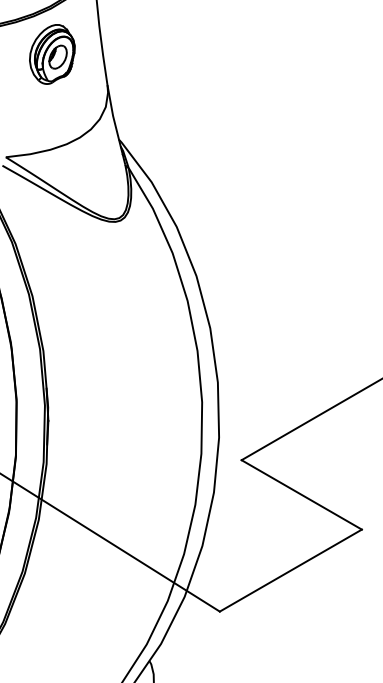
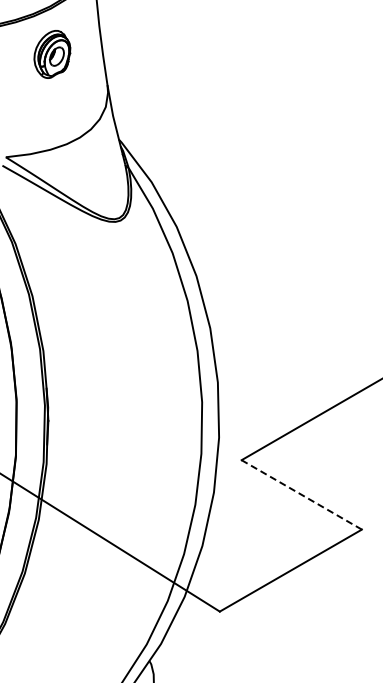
part at (52, 54) size: 47x61 px -> 39x49 px
line at (301, 494): solid -> dashed
